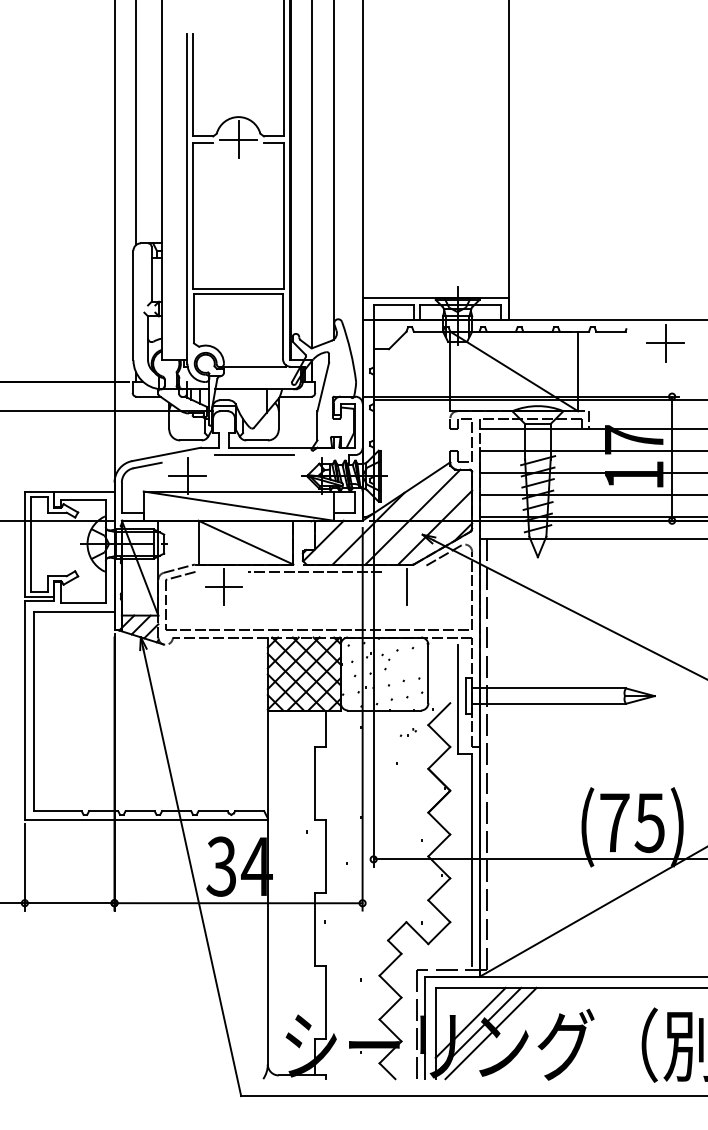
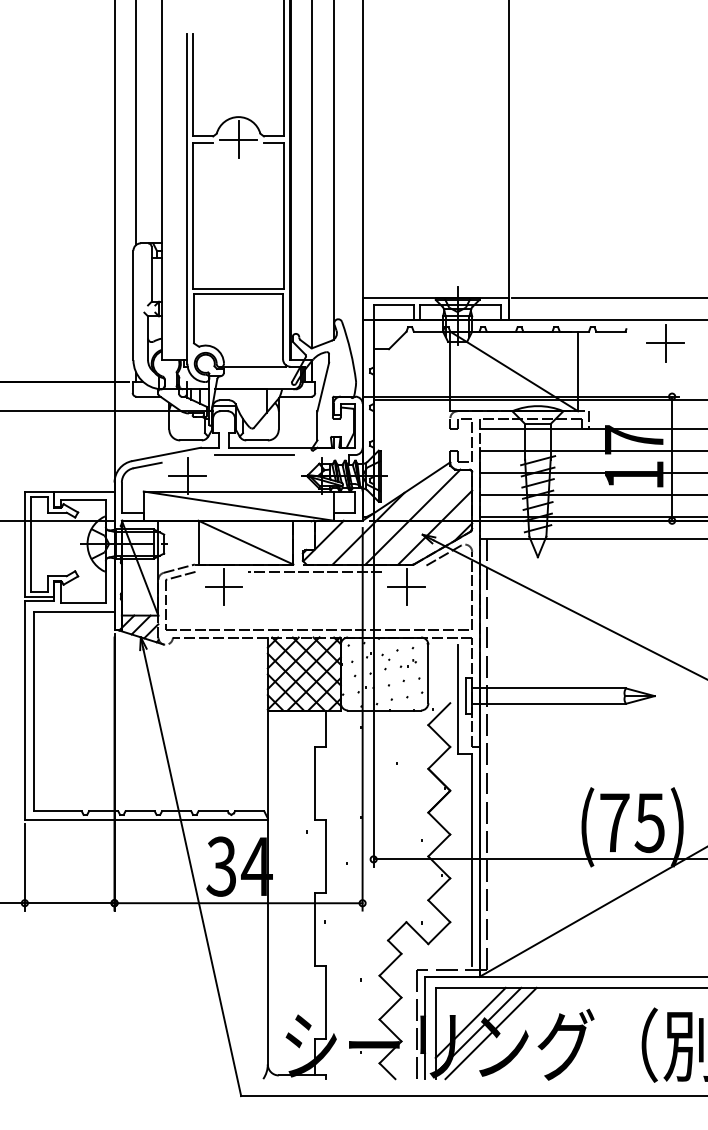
line at (608, 298): none -> present
line at (406, 587): none -> present
part at (407, 732) position: (407, 732) -> (407, 663)
